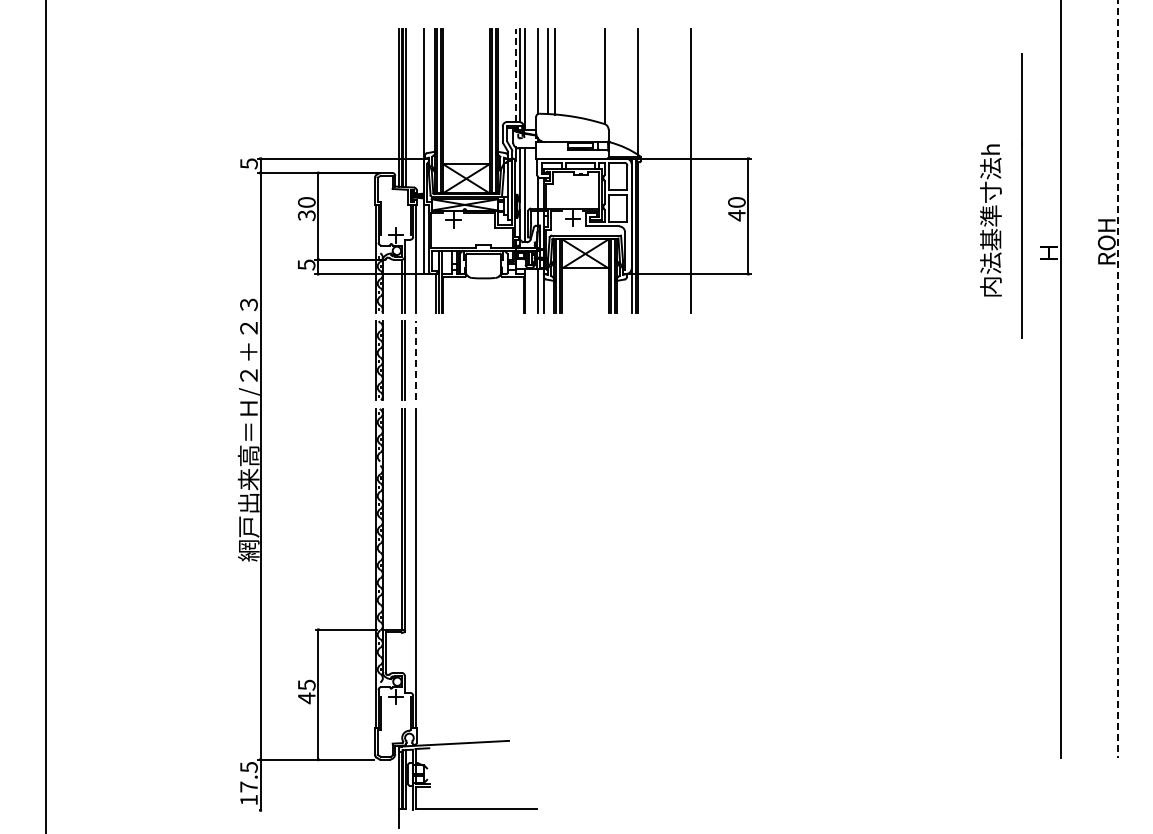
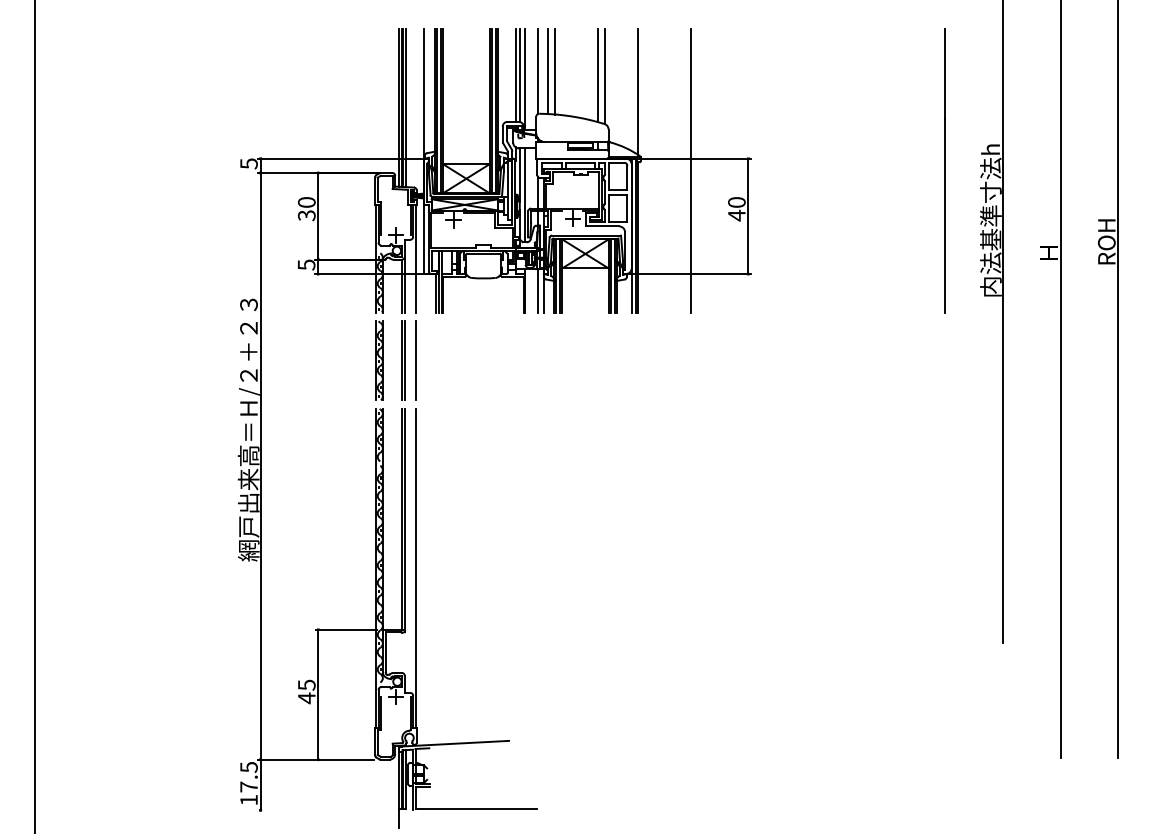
line at (515, 75): dashed -> solid
line at (597, 75): none -> present
line at (1021, 195) position: (1021, 195) -> (944, 170)
line at (1002, 322): none -> present
line at (416, 360): dashed -> solid
line at (1118, 379): dashed -> solid
line at (45, 416) position: (45, 416) -> (34, 416)
